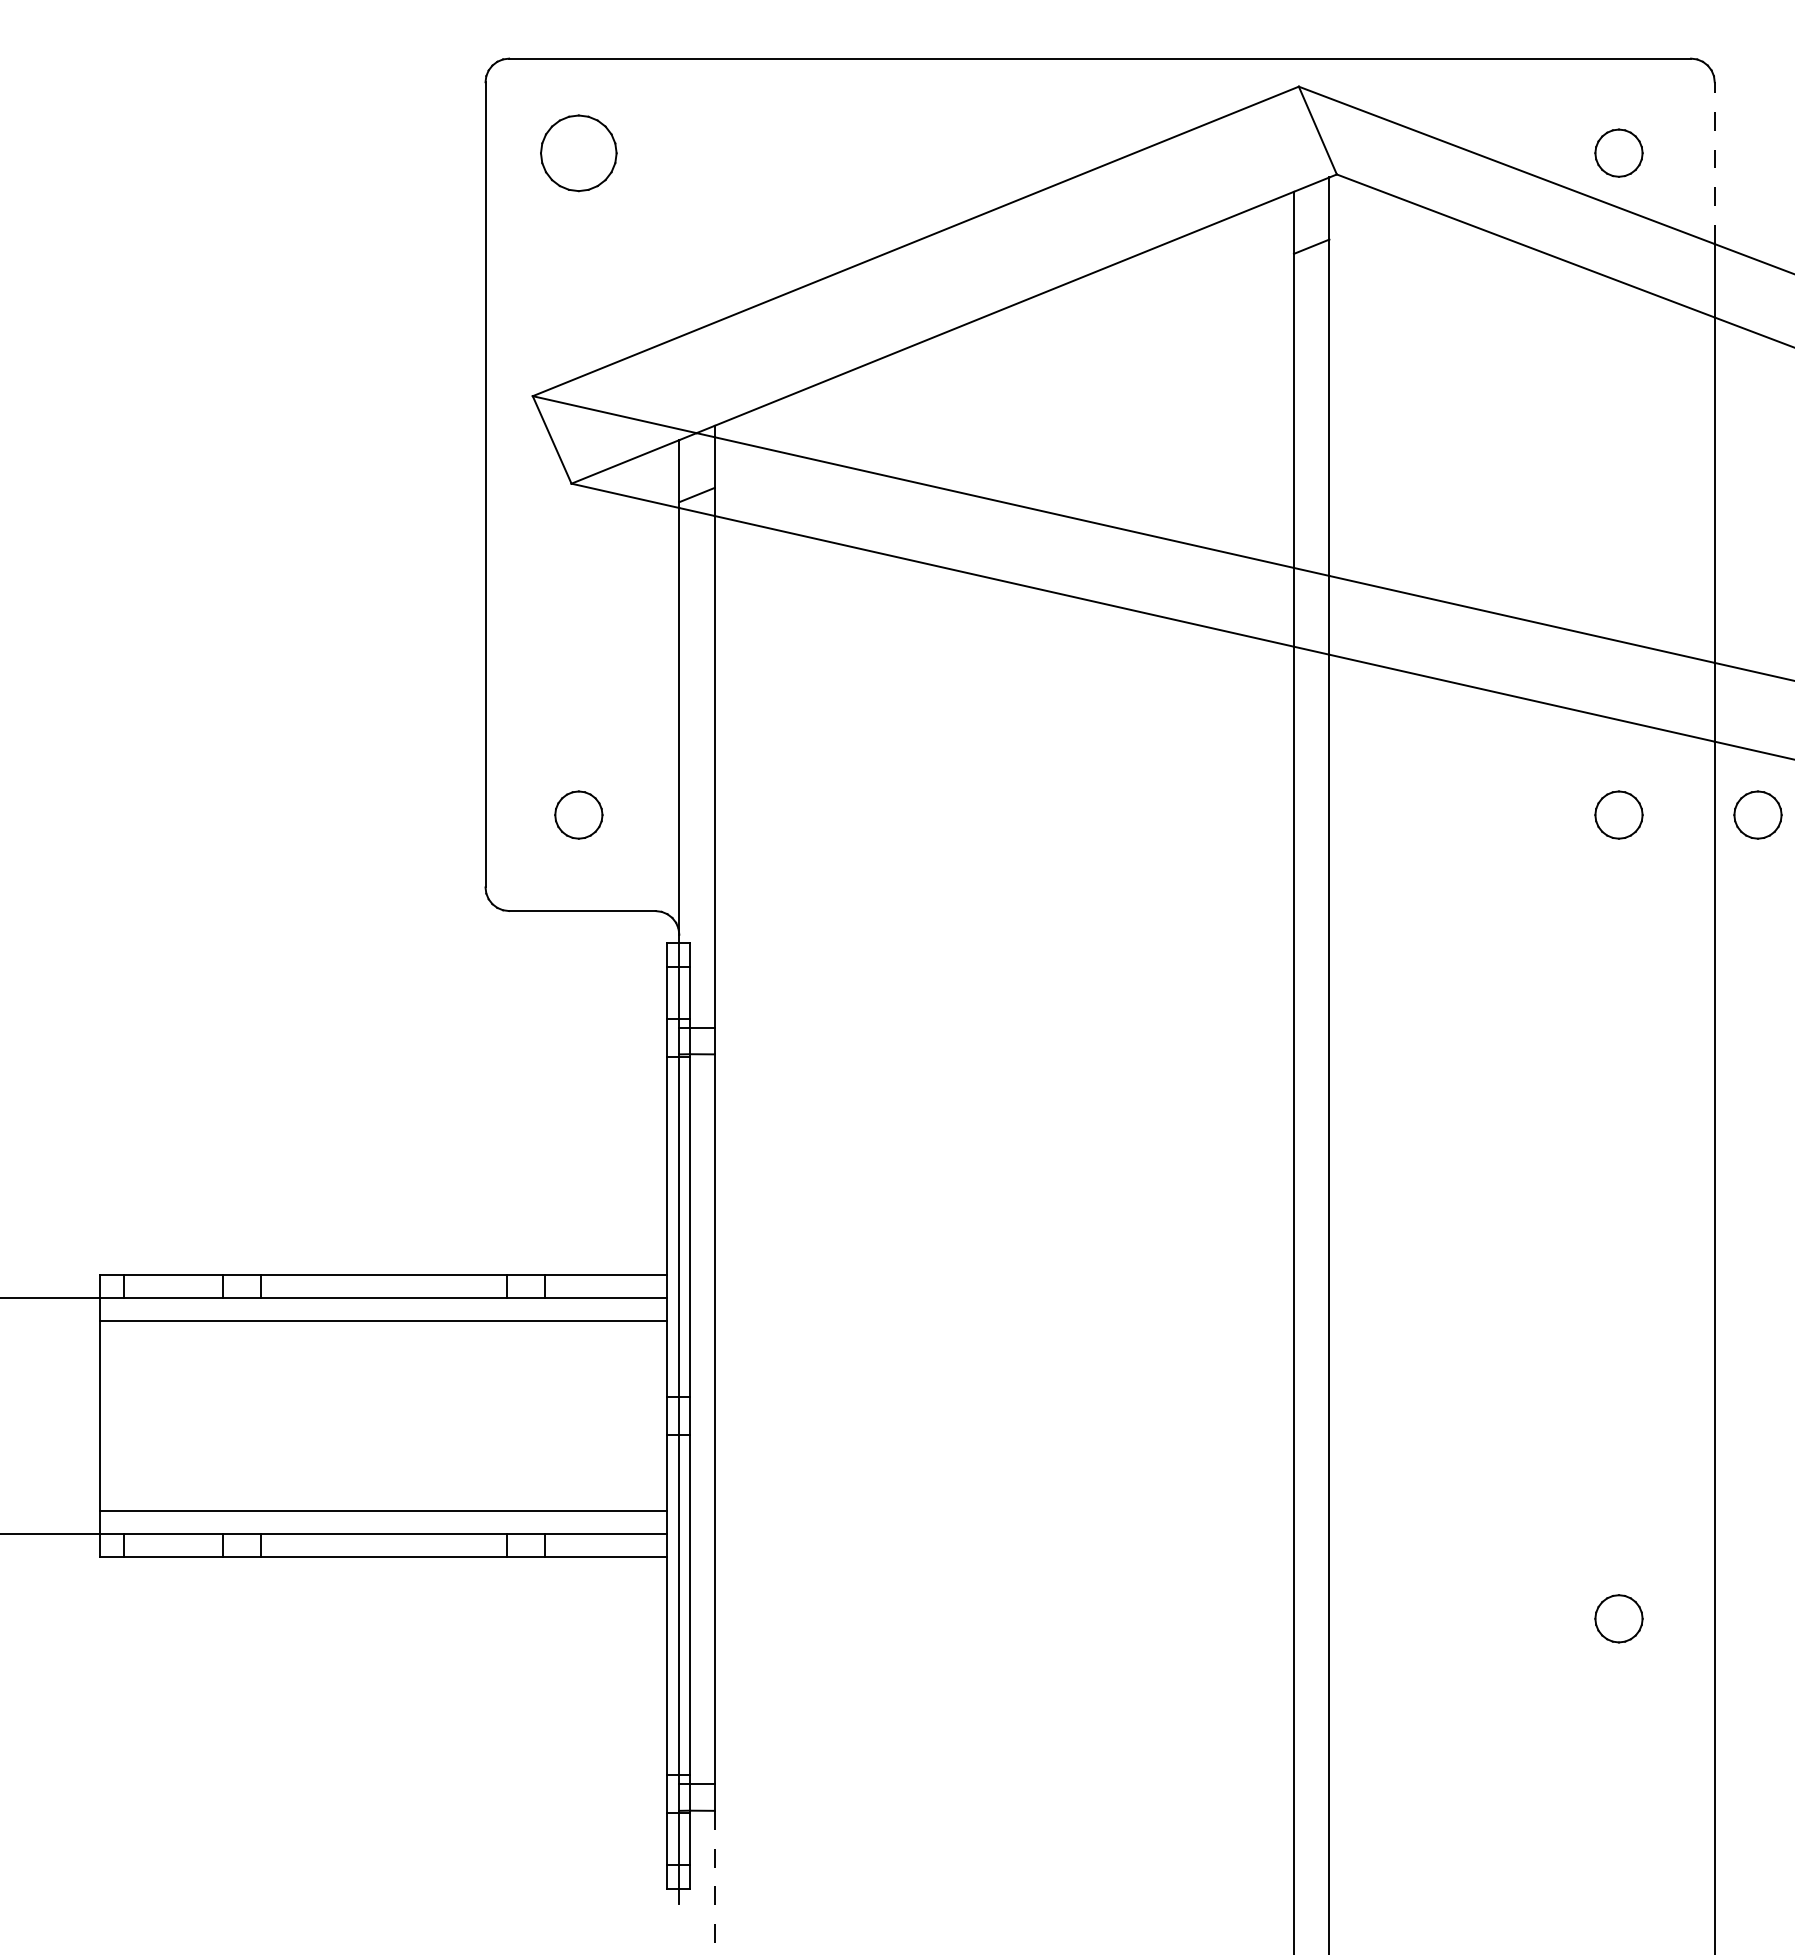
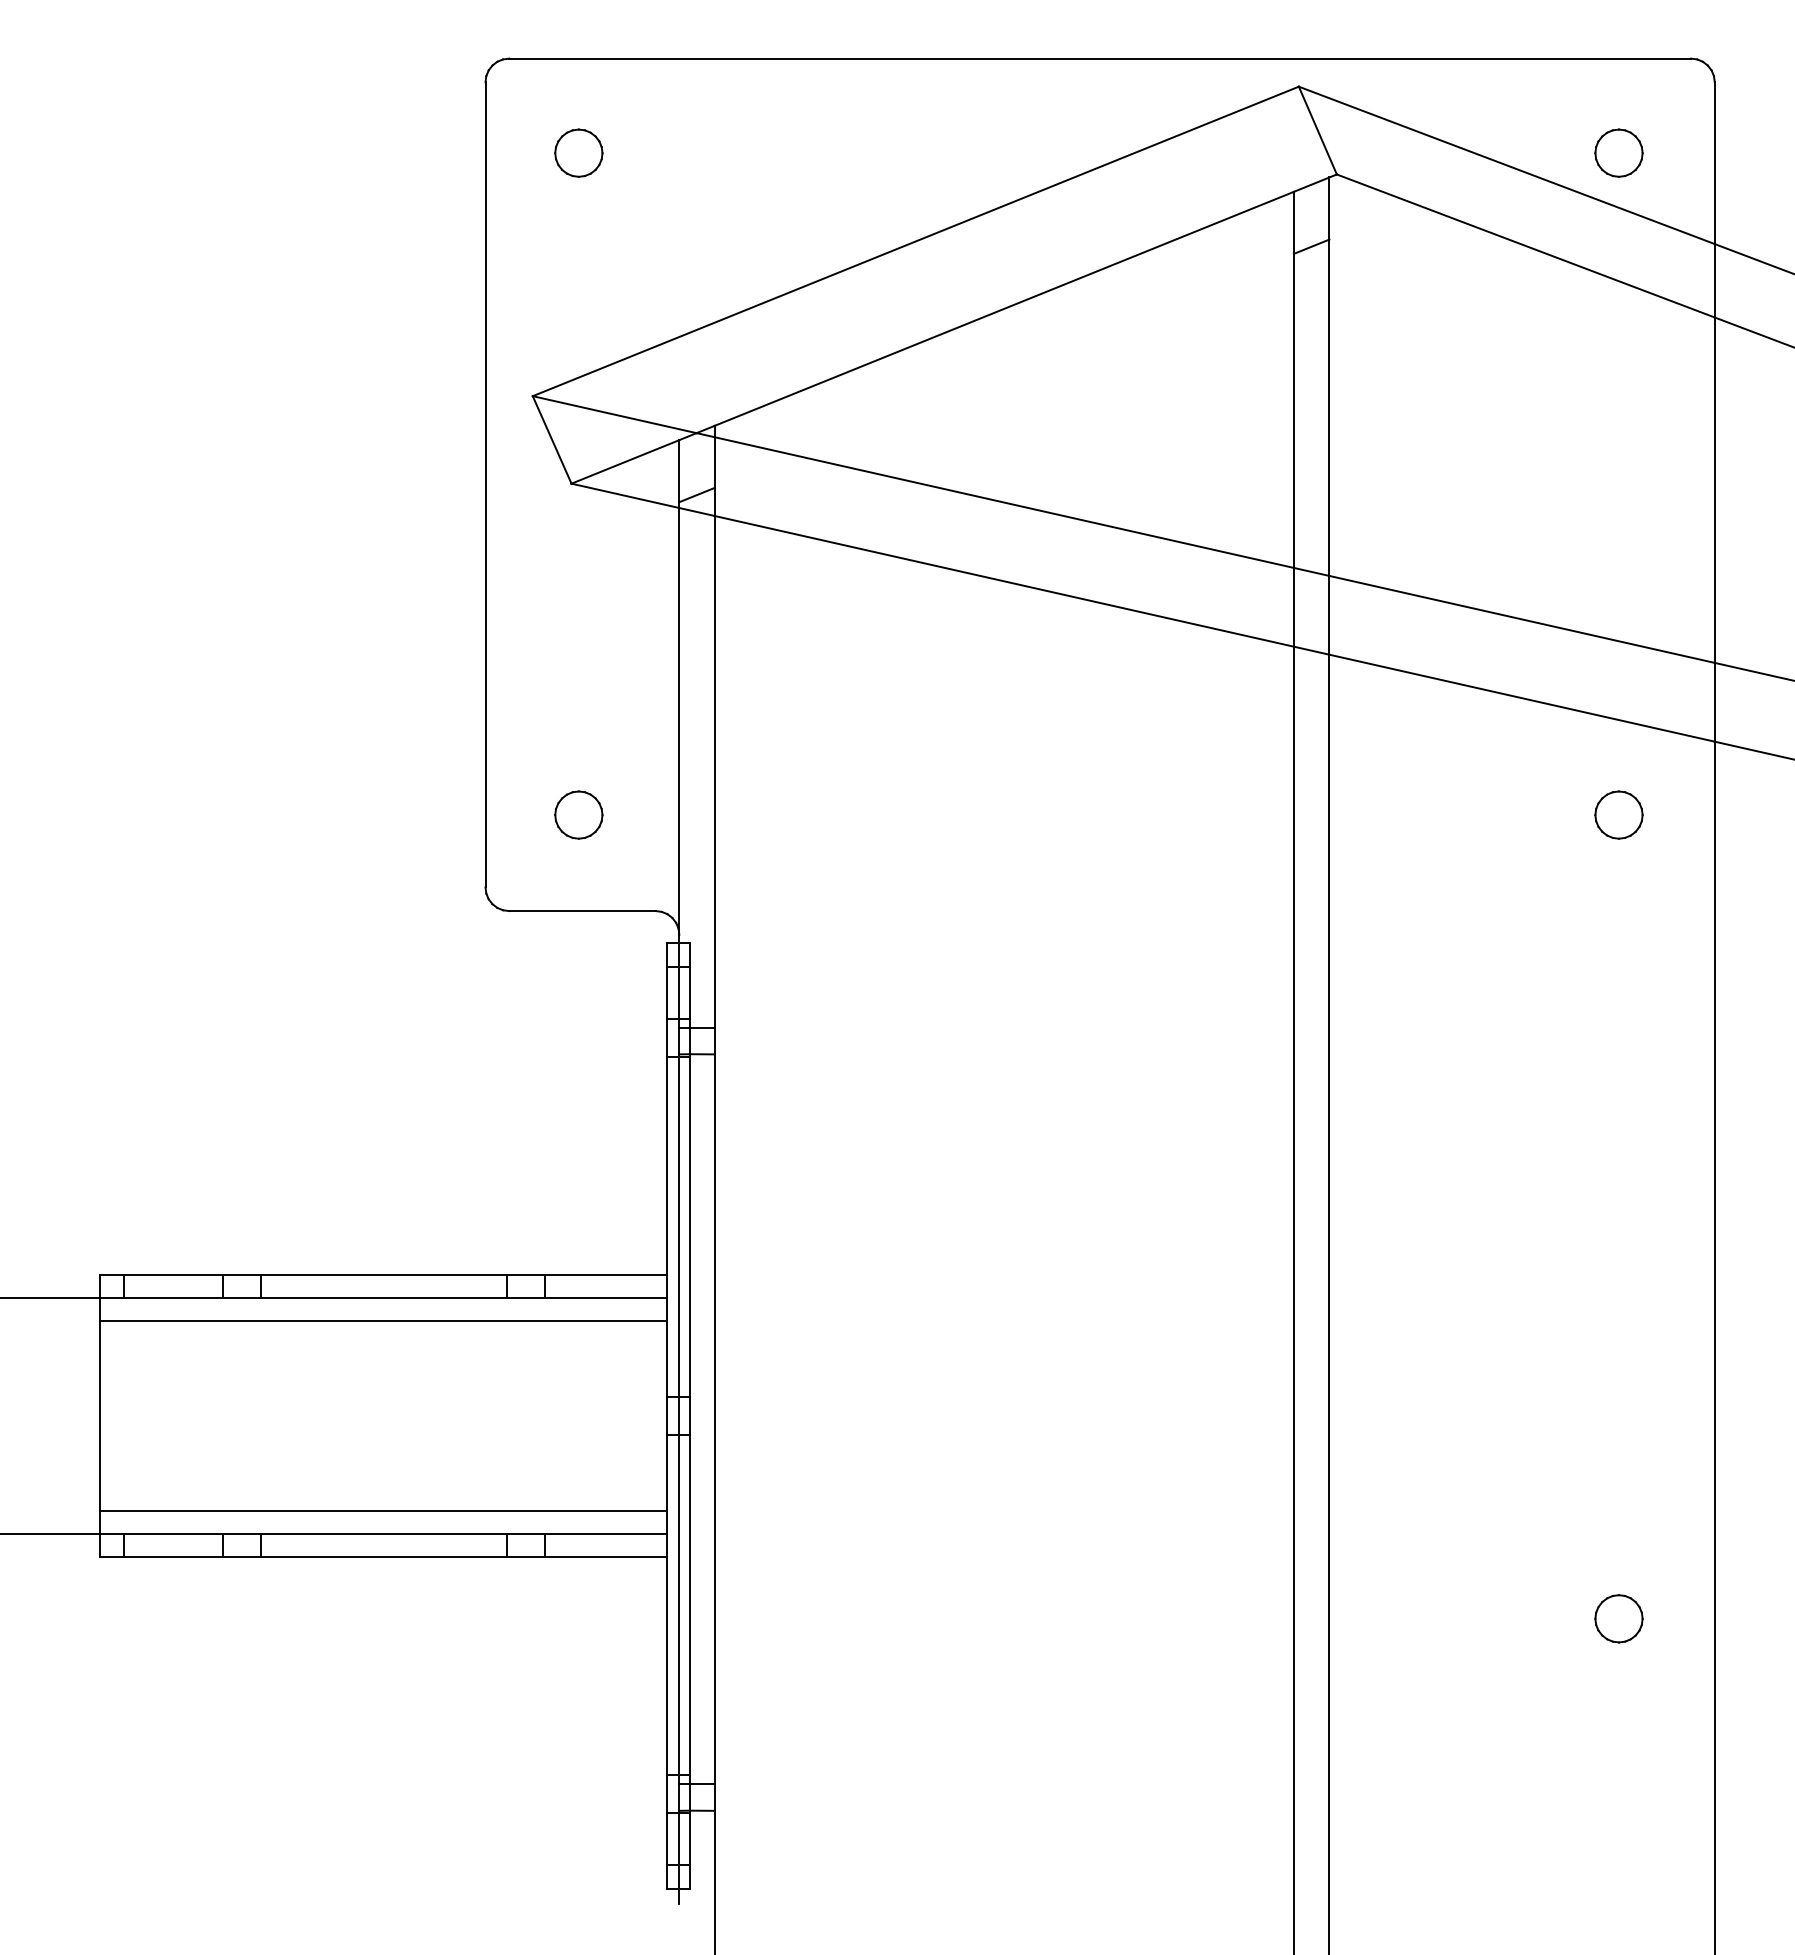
part at (578, 153) size: 78x79 px -> 50x50 px
line at (1714, 163): dashed -> solid
part at (1757, 814): present -> none
line at (714, 1882): dashed -> solid
